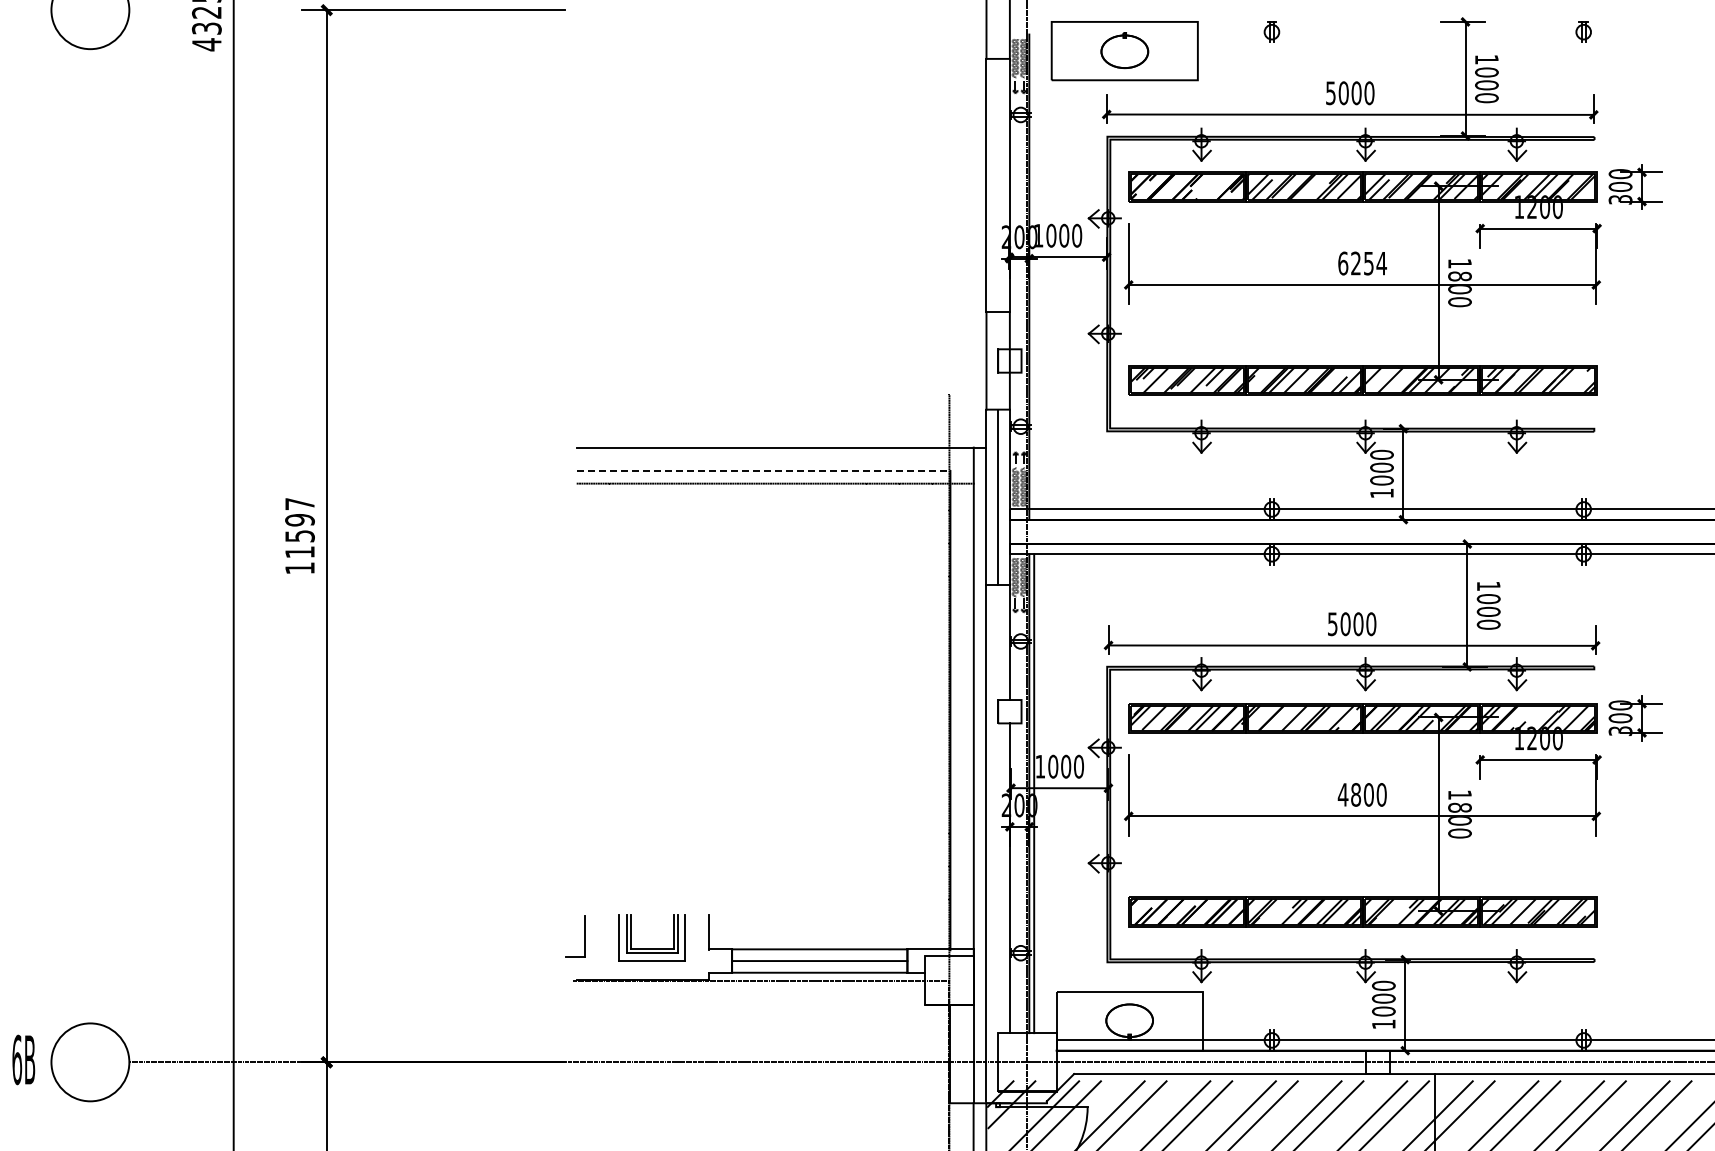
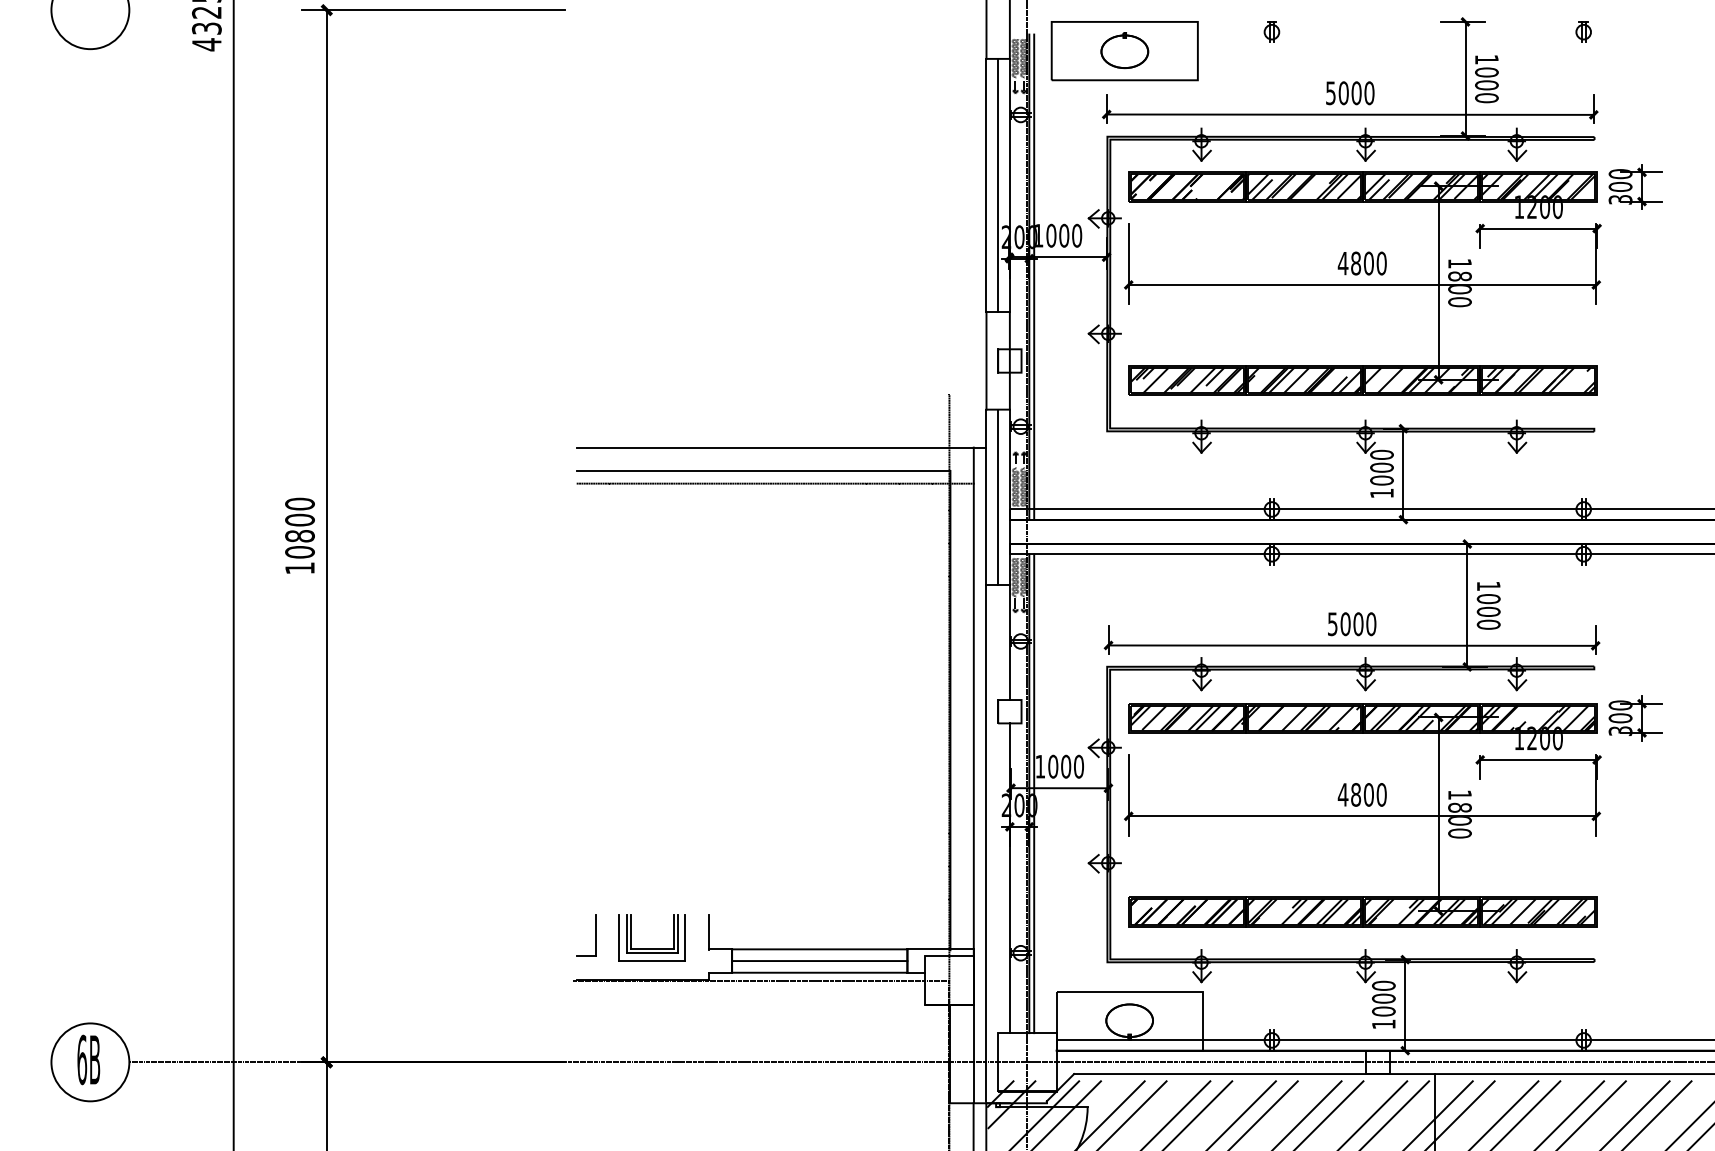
line at (998, 185): none -> present
text at (1362, 263): 6254 -> 4800
line at (1034, 276): none -> present
line at (763, 471): dashed -> solid
text at (299, 527): 11597 -> 10800
part at (584, 936) position: (584, 936) -> (595, 935)
text at (23, 1059) position: (23, 1059) -> (88, 1059)
